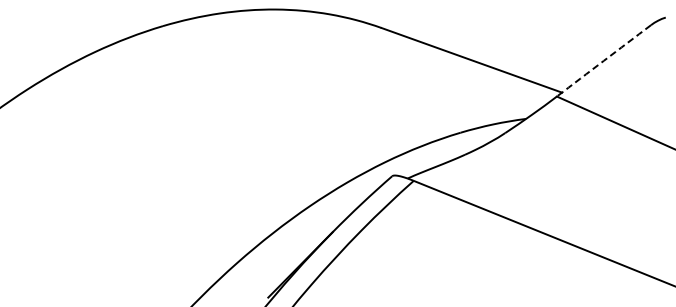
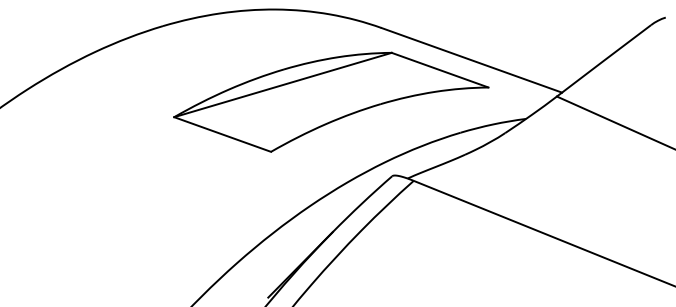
arc at (603, 60): dashed -> solid
part at (331, 101): none -> present
